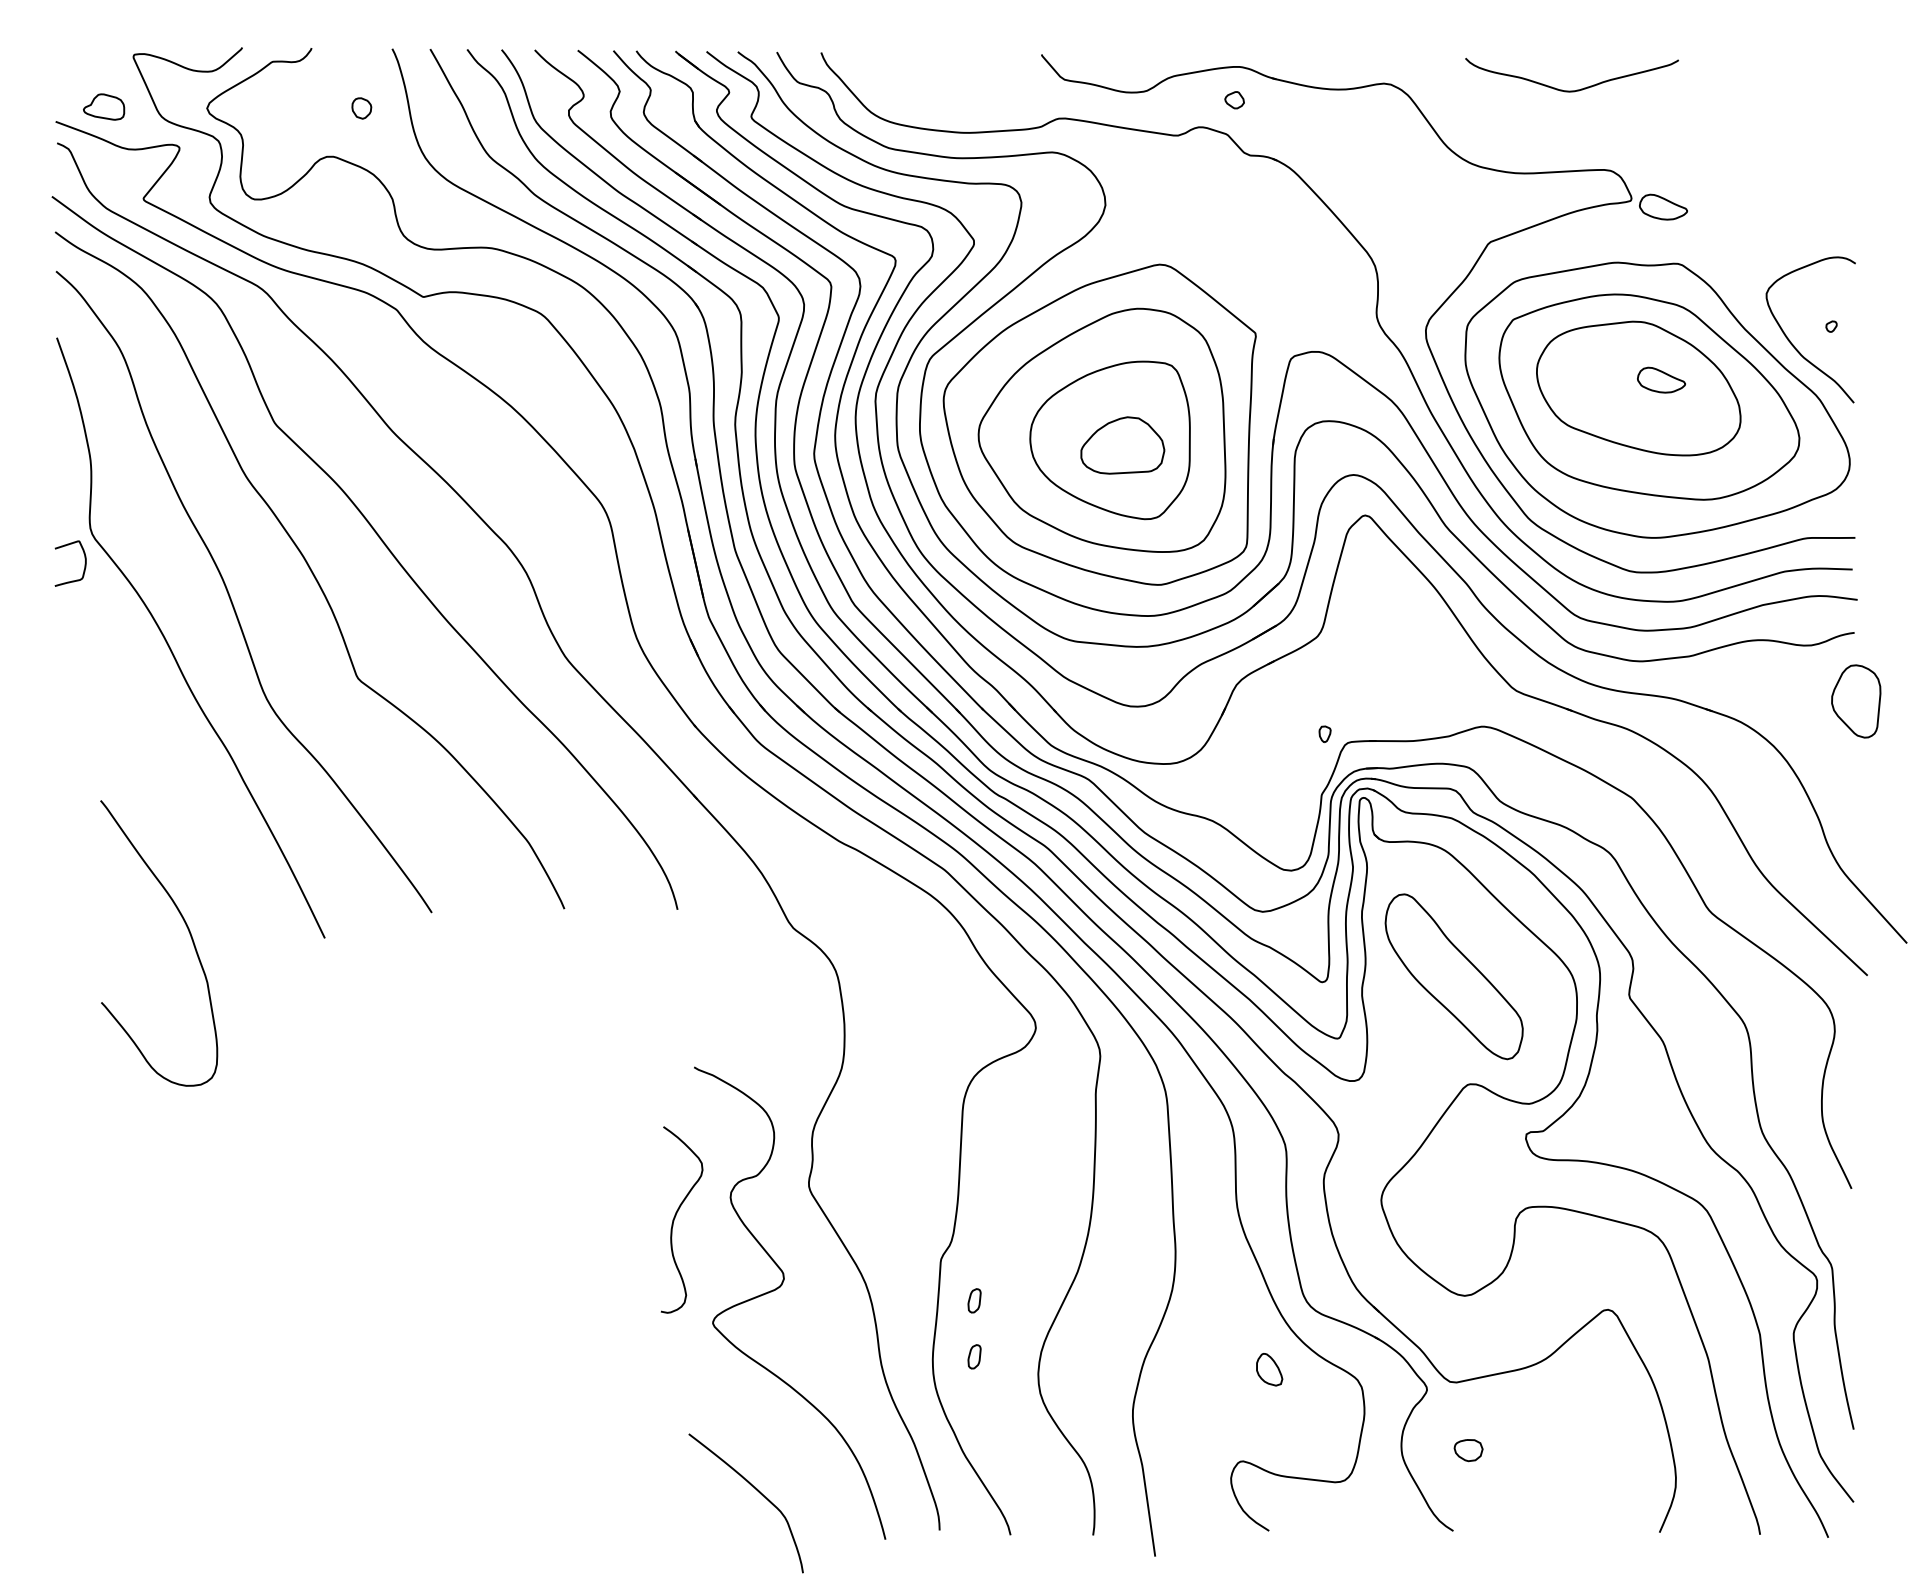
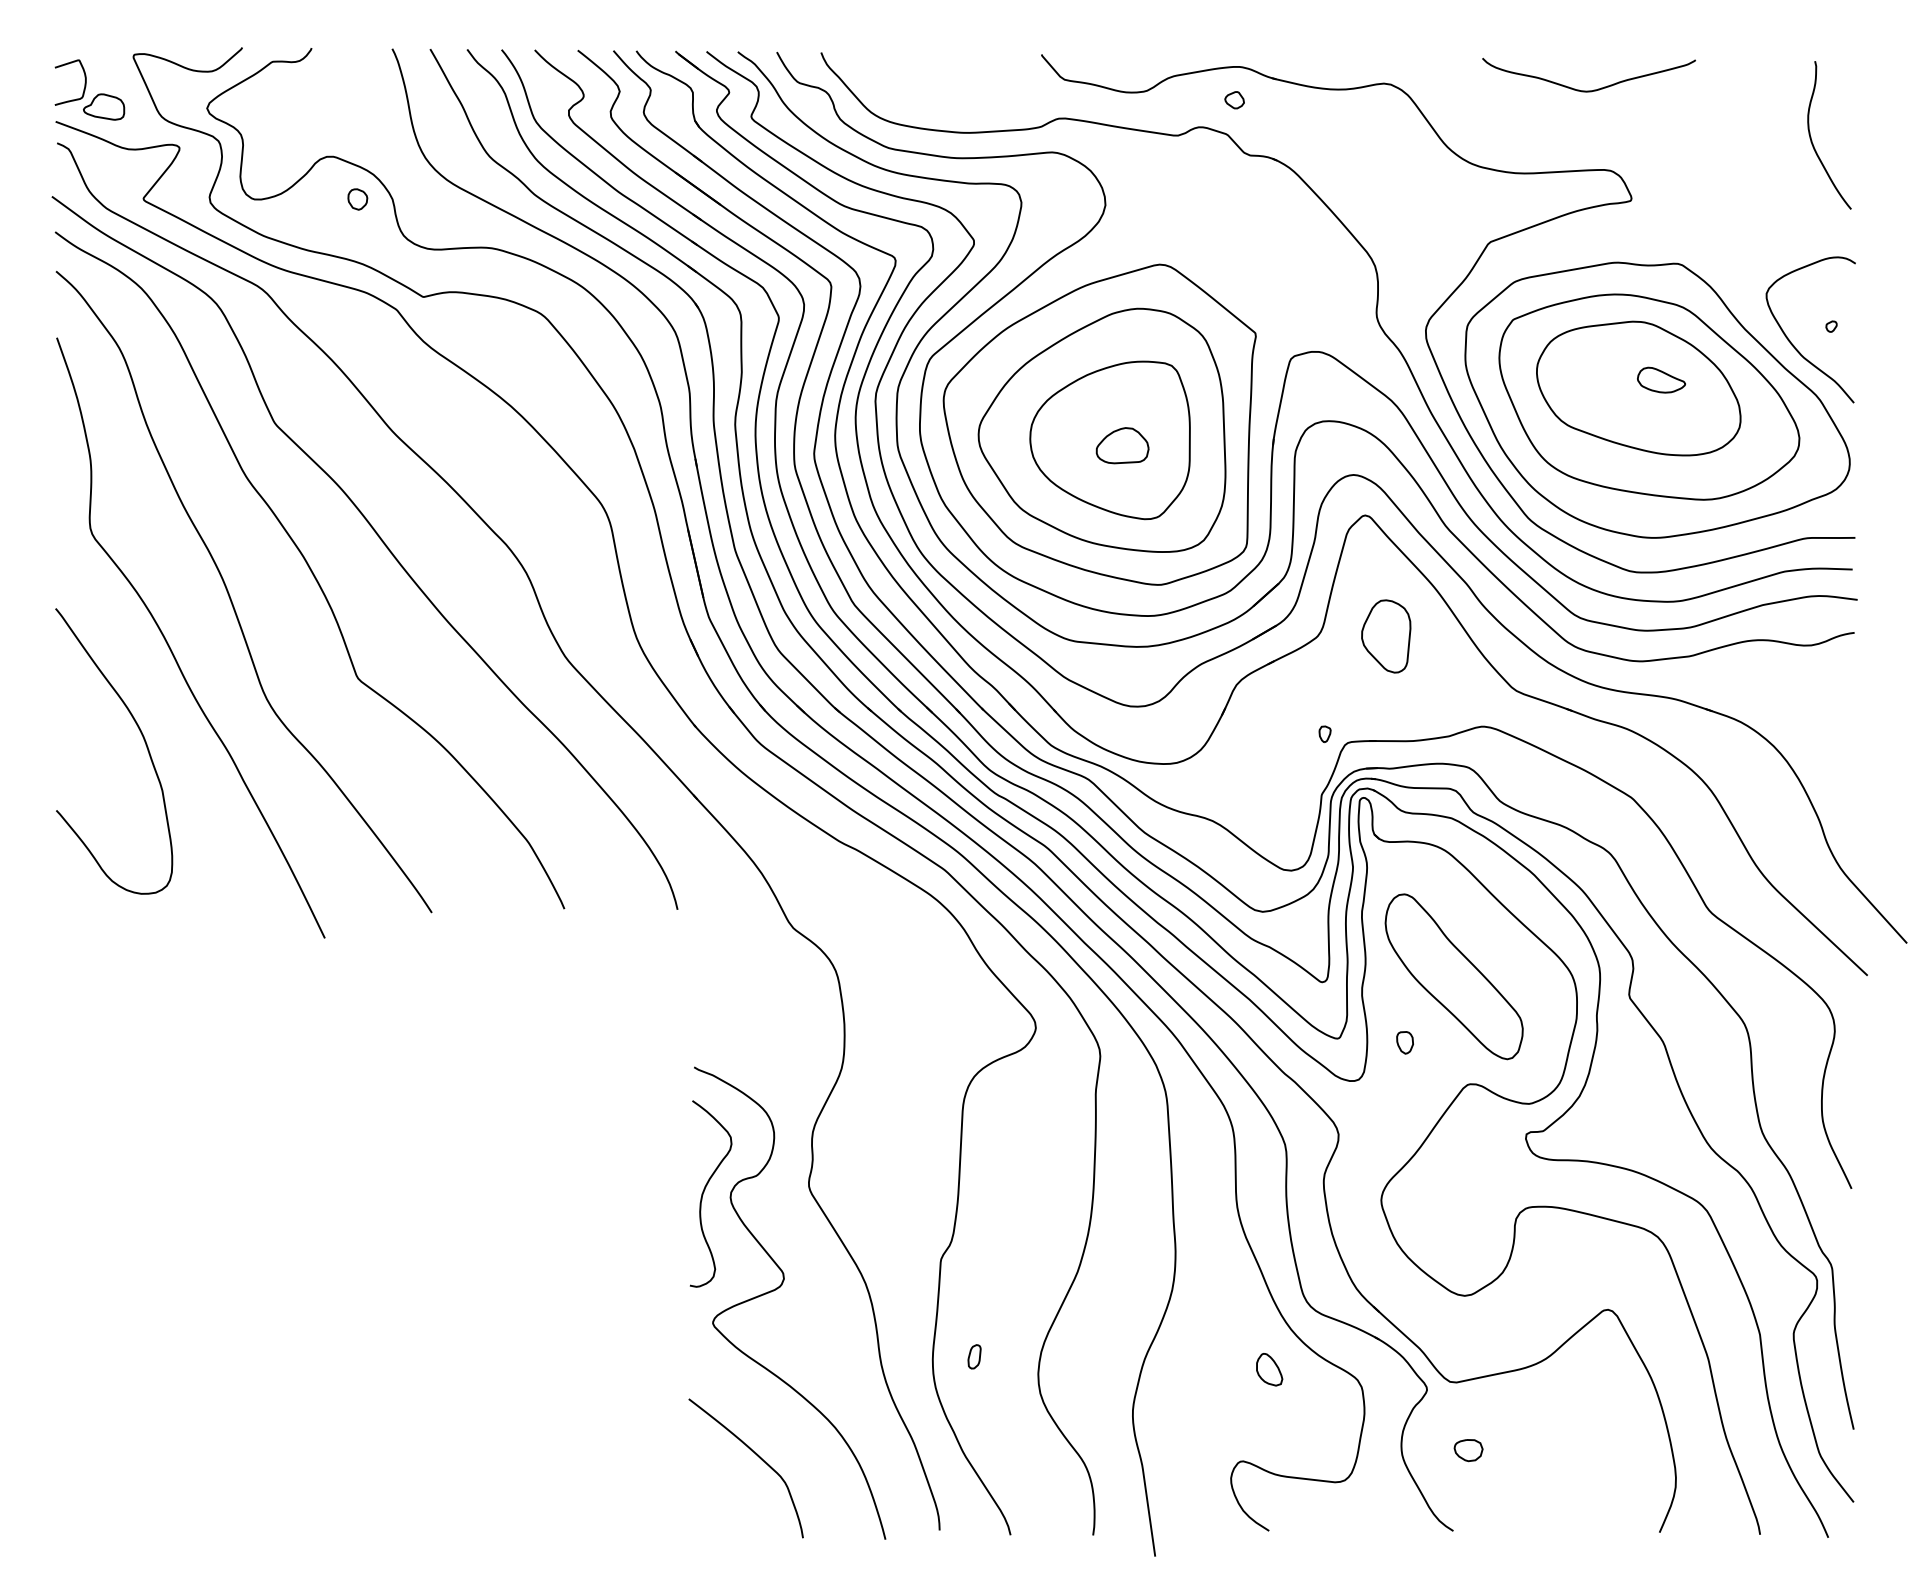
curve at (1571, 90) position: (1571, 90) -> (1588, 90)
part at (361, 108) position: (361, 108) -> (357, 199)
curve at (1812, 140): none -> present
part at (1663, 206): present -> none
part at (1122, 445) size: 86x59 px -> 55x38 px
curve at (84, 563) position: (84, 563) -> (84, 82)
part at (1856, 701) position: (1856, 701) -> (1386, 636)
curve at (187, 929) position: (187, 929) -> (142, 737)
part at (1404, 1042): none -> present
curve at (675, 1218) position: (675, 1218) -> (704, 1192)
part at (974, 1300): present -> none
curve at (757, 1491) position: (757, 1491) -> (757, 1456)
